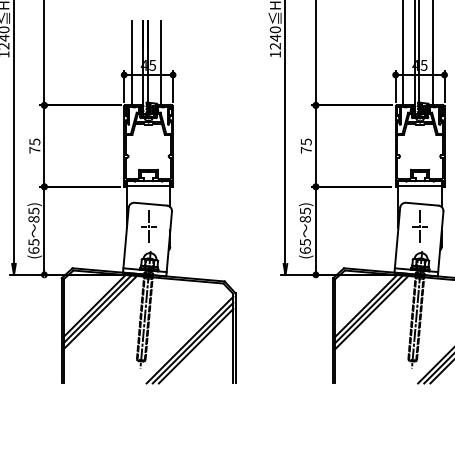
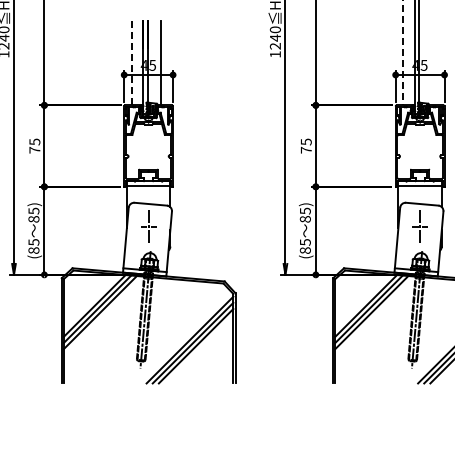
line at (403, 52): solid -> dashed
line at (432, 53): present -> none
line at (131, 63): solid -> dashed
text at (33, 250): (65 -> (85
text at (304, 250): (65 -> (85
